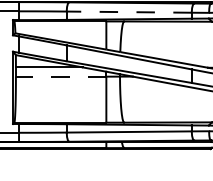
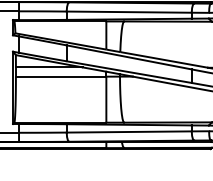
line at (129, 12): dashed -> solid
line at (60, 76): dashed -> solid
